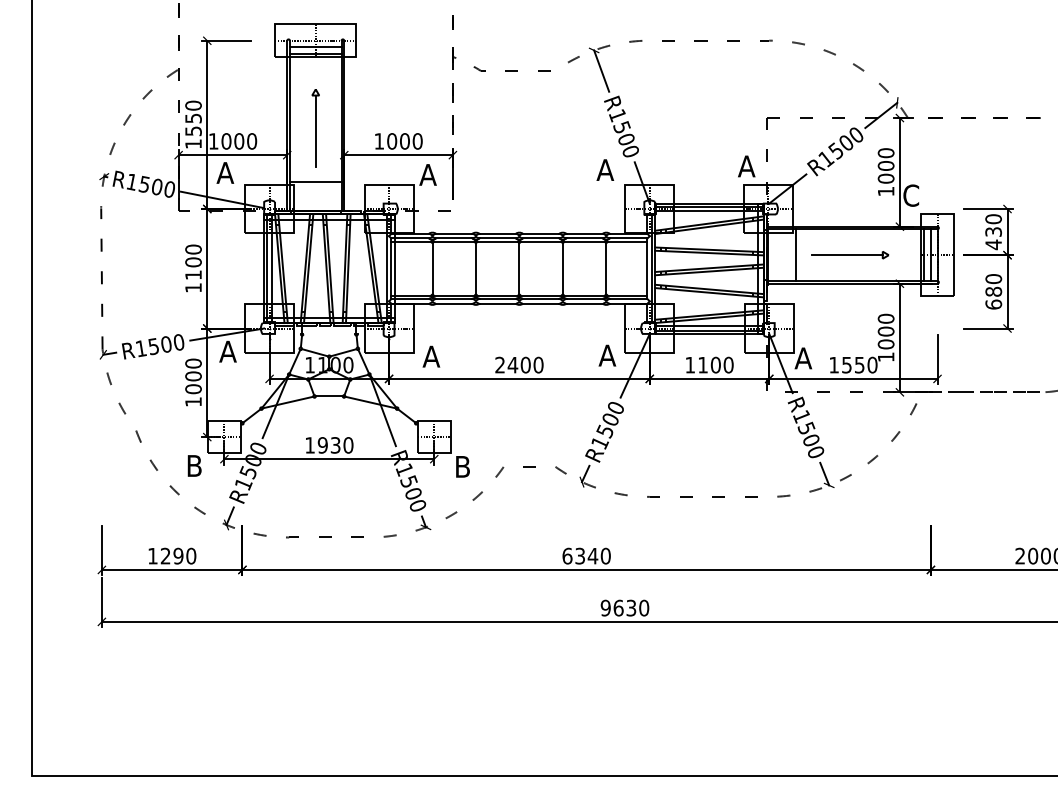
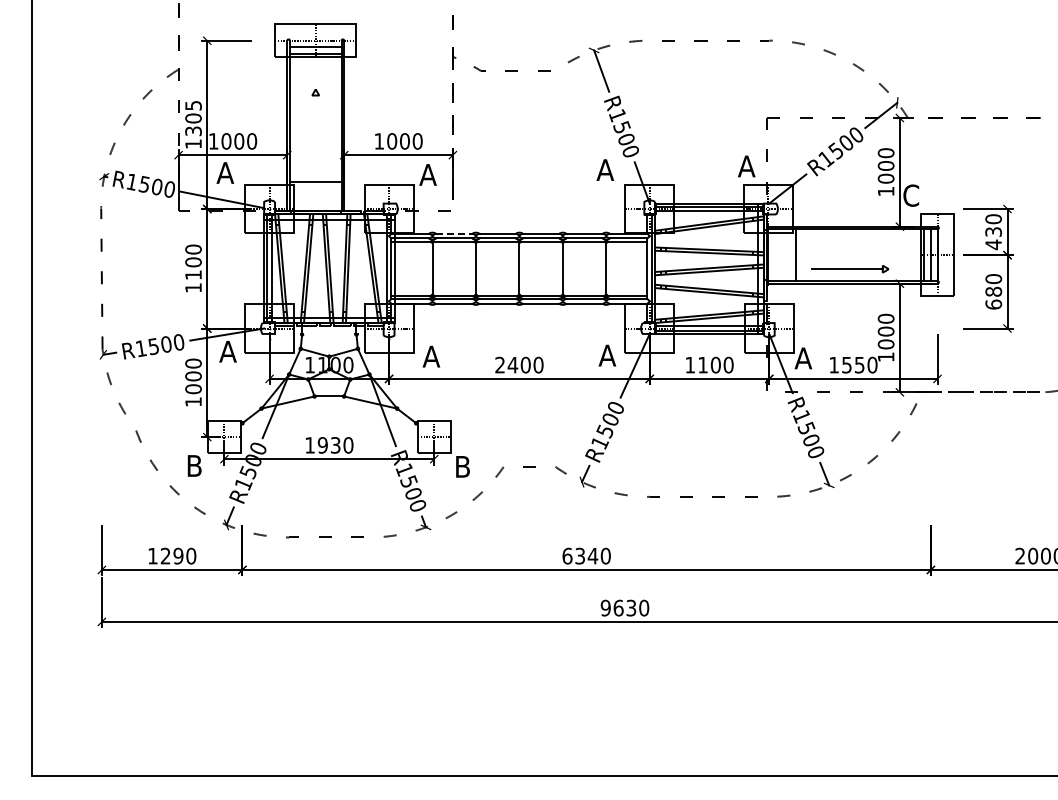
text at (193, 117): 1550 -> 1305
line at (315, 130): present -> none
line at (454, 233): solid -> dashed
part at (850, 255) position: (850, 255) -> (850, 269)
